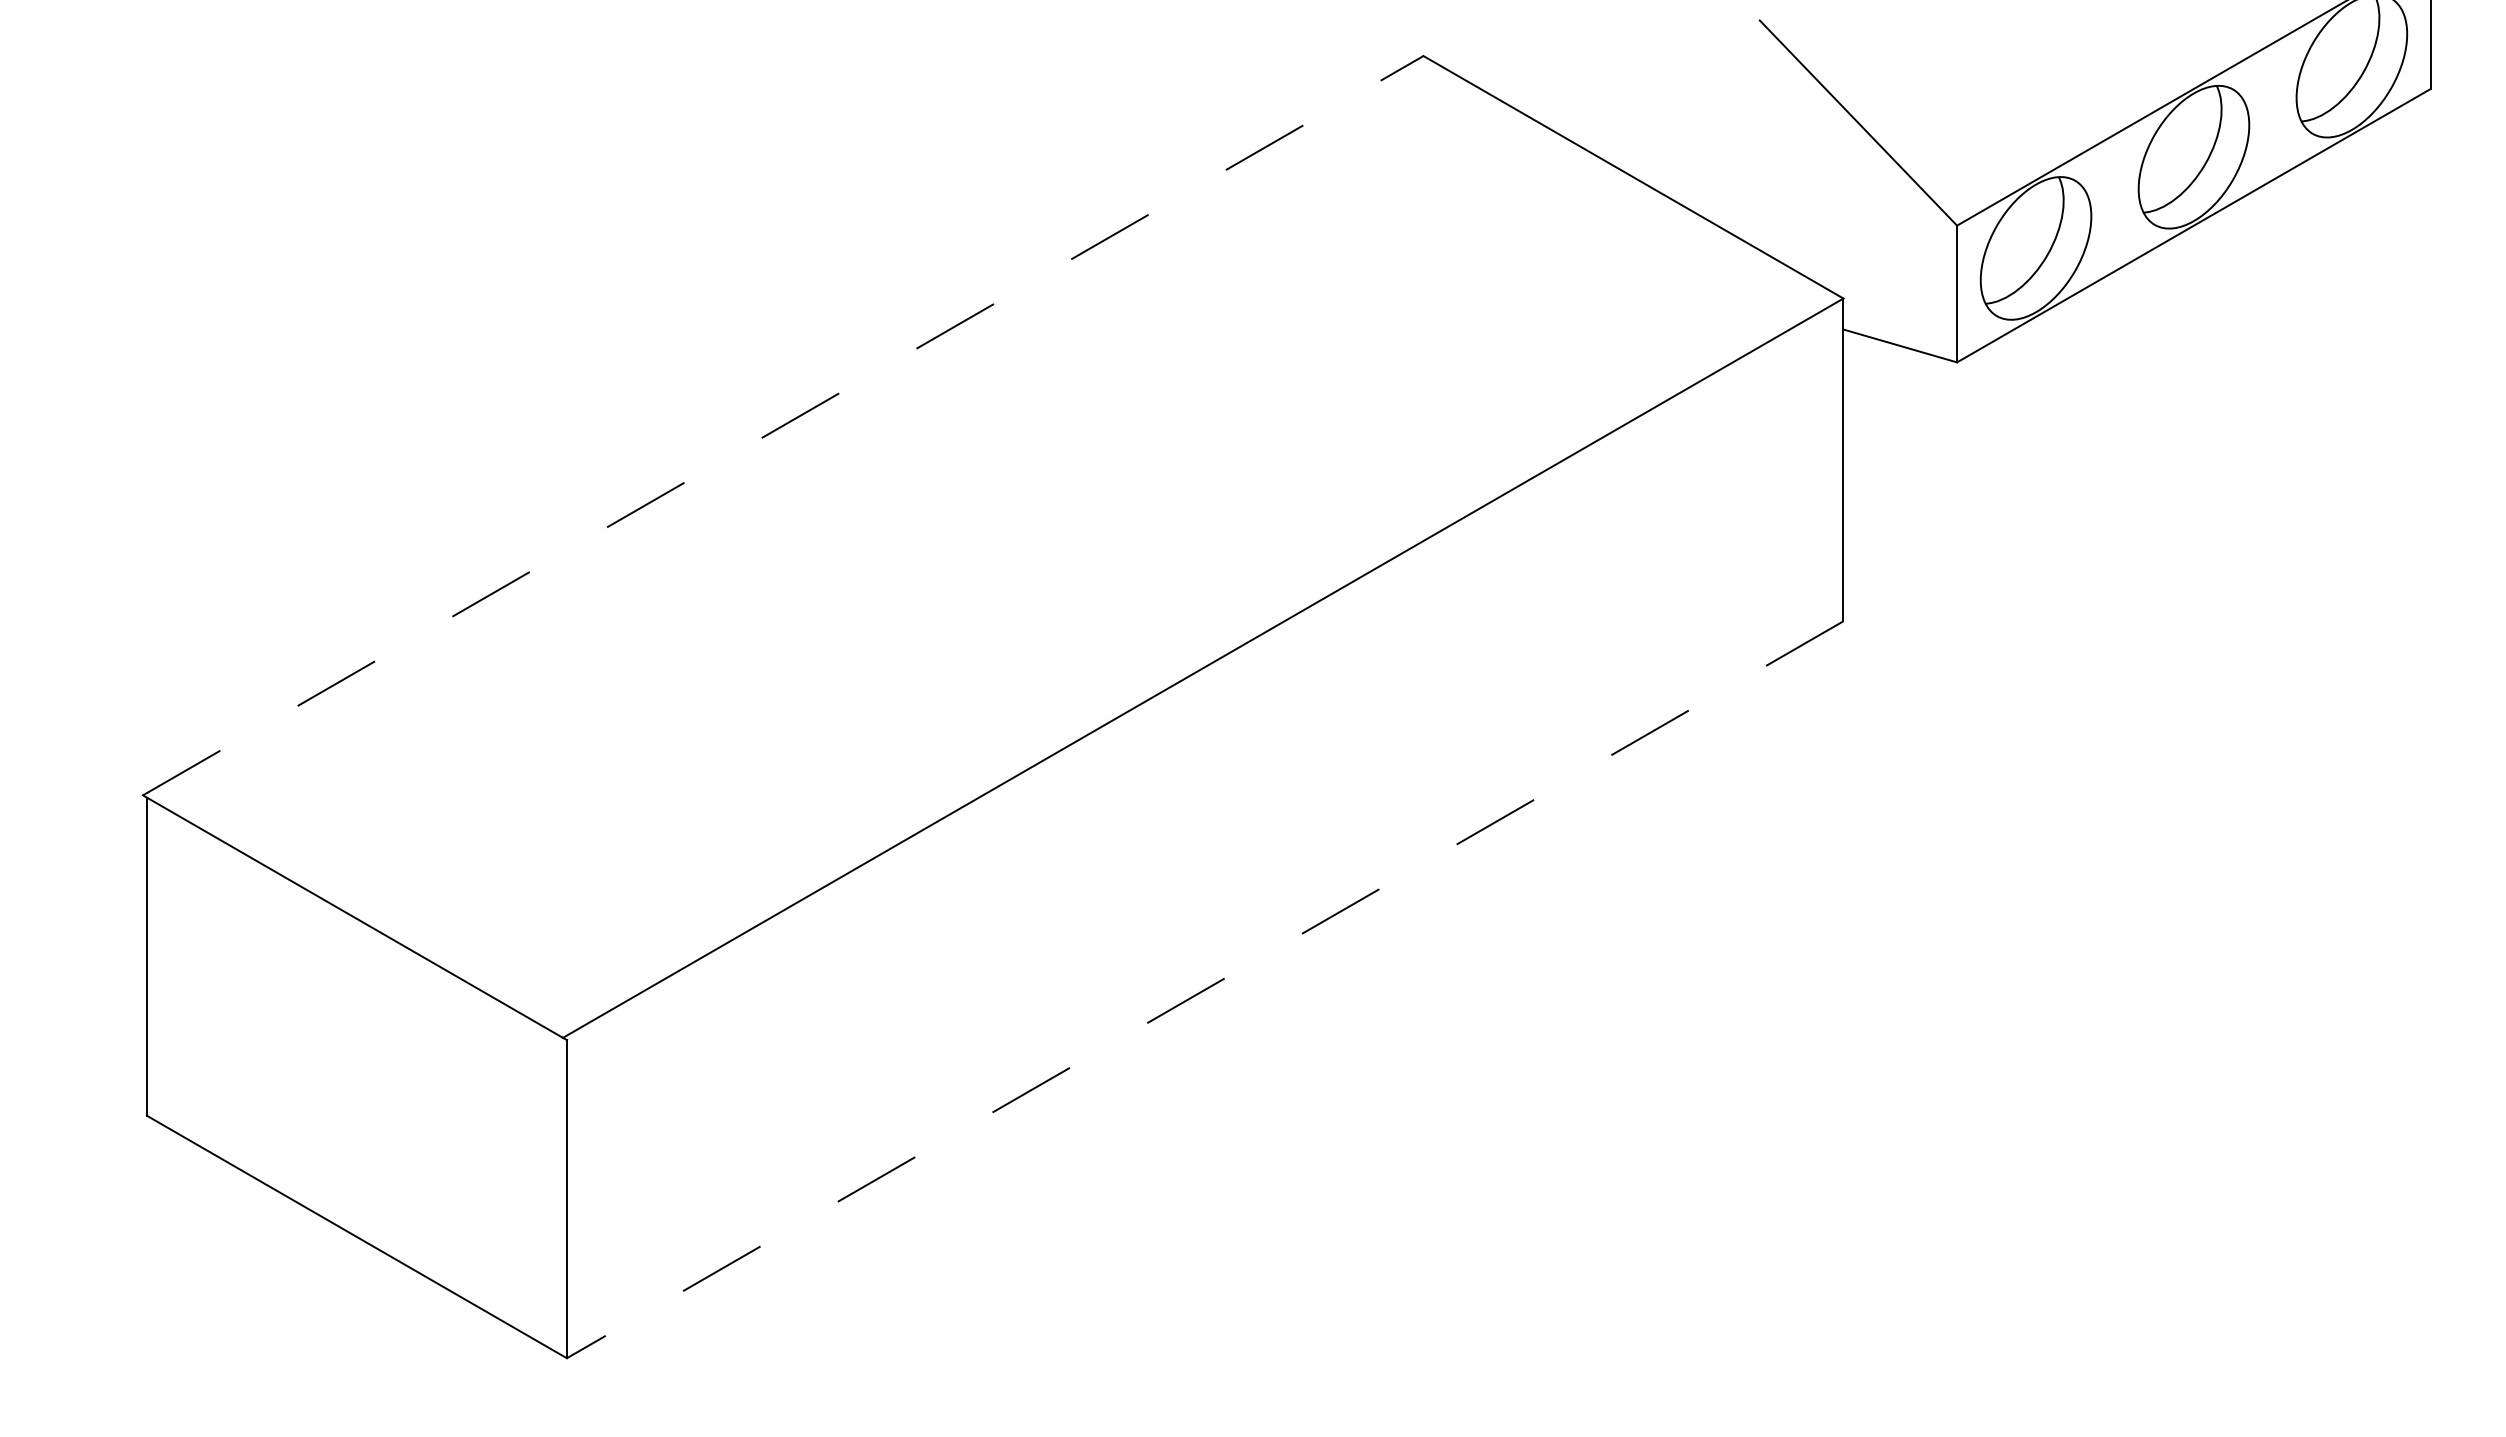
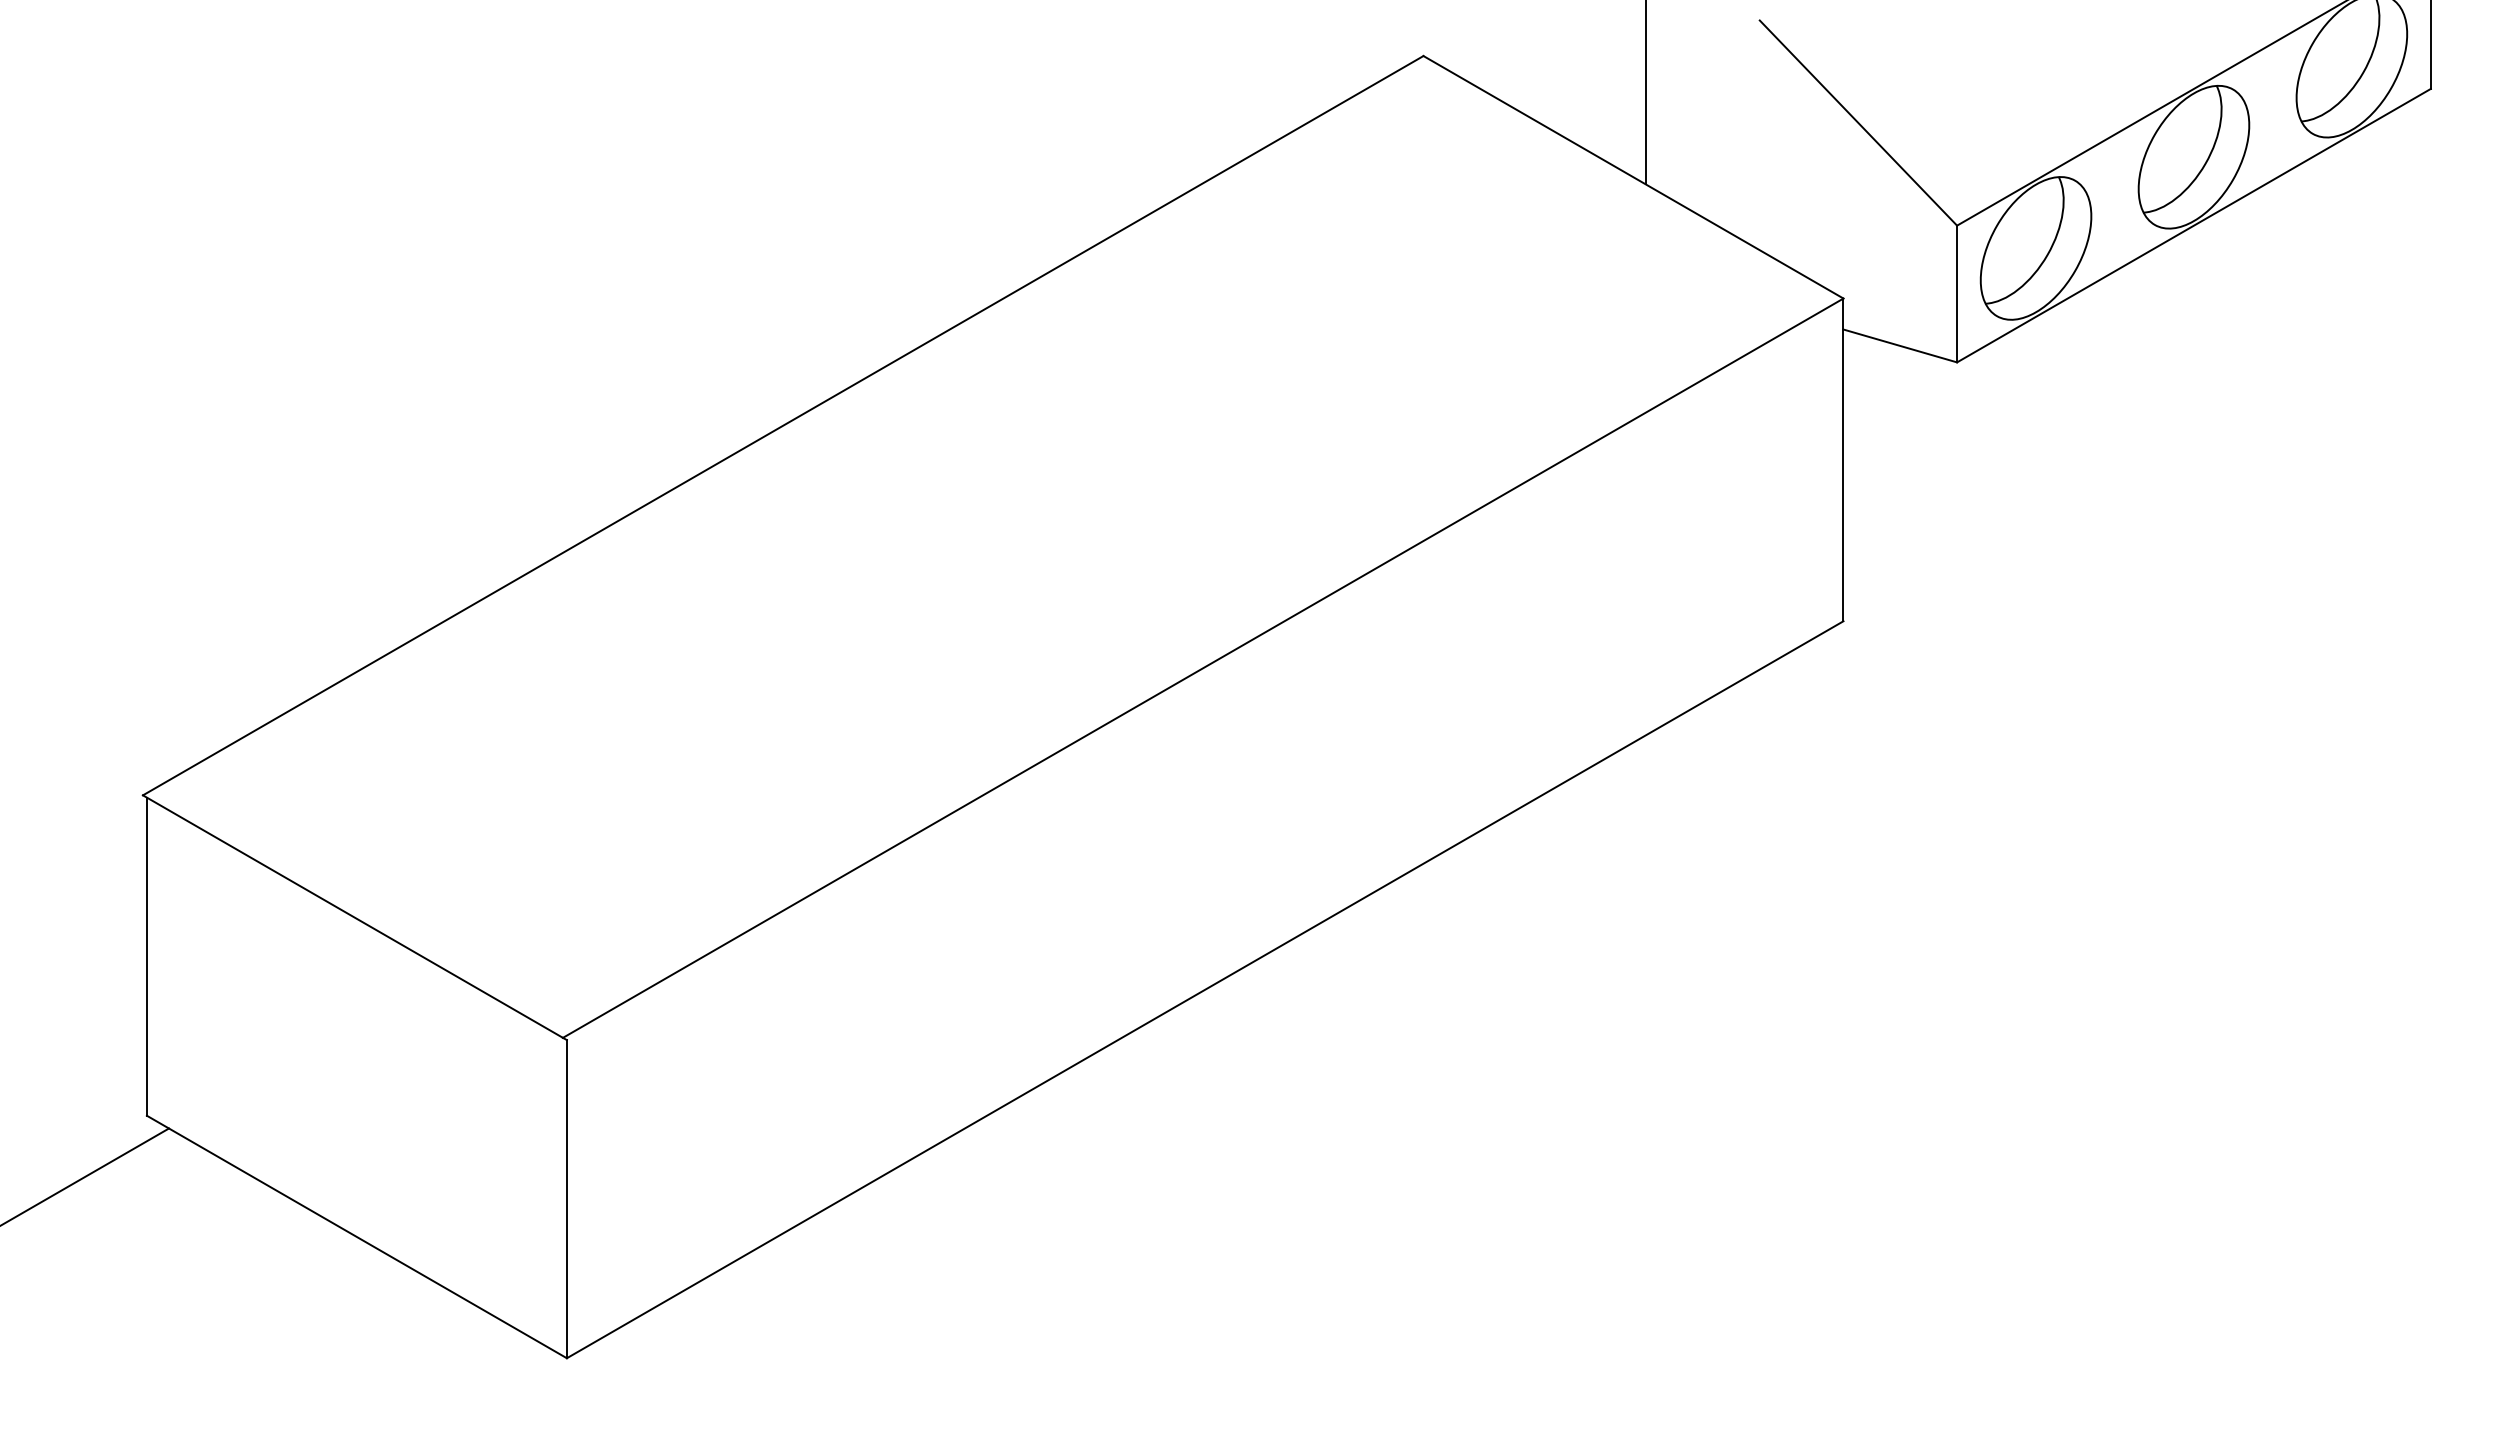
line at (1646, 93): none -> present
line at (783, 425): dashed -> solid
line at (1204, 990): dashed -> solid
line at (85, 1176): none -> present
